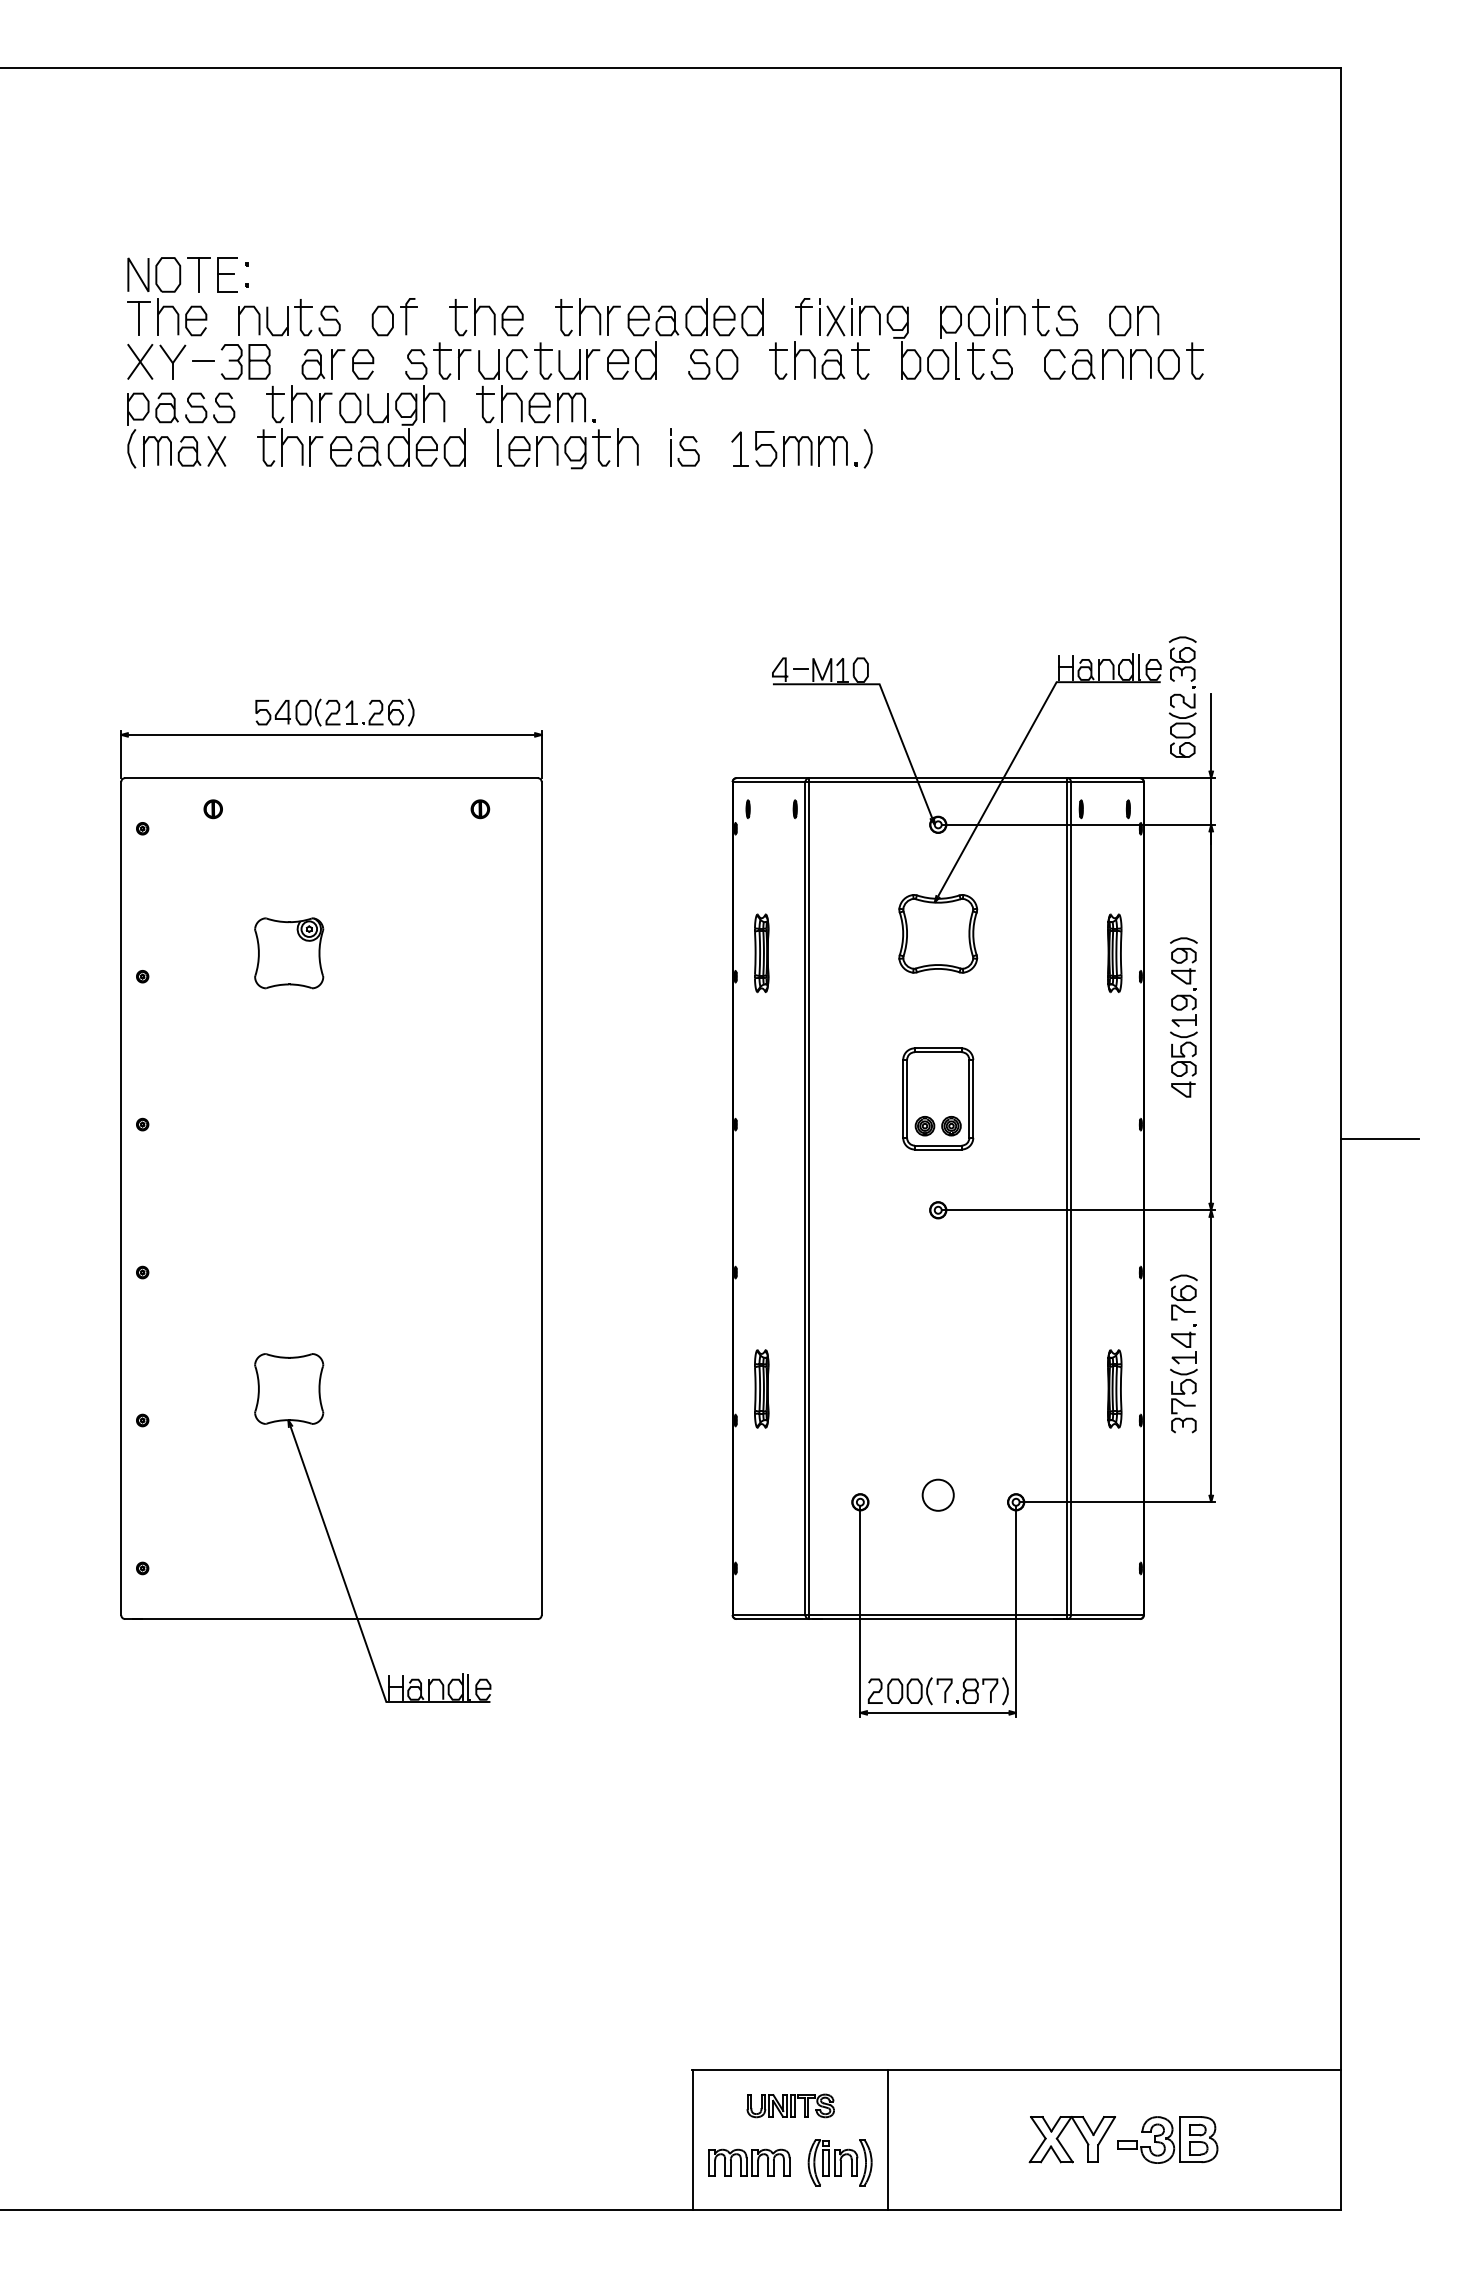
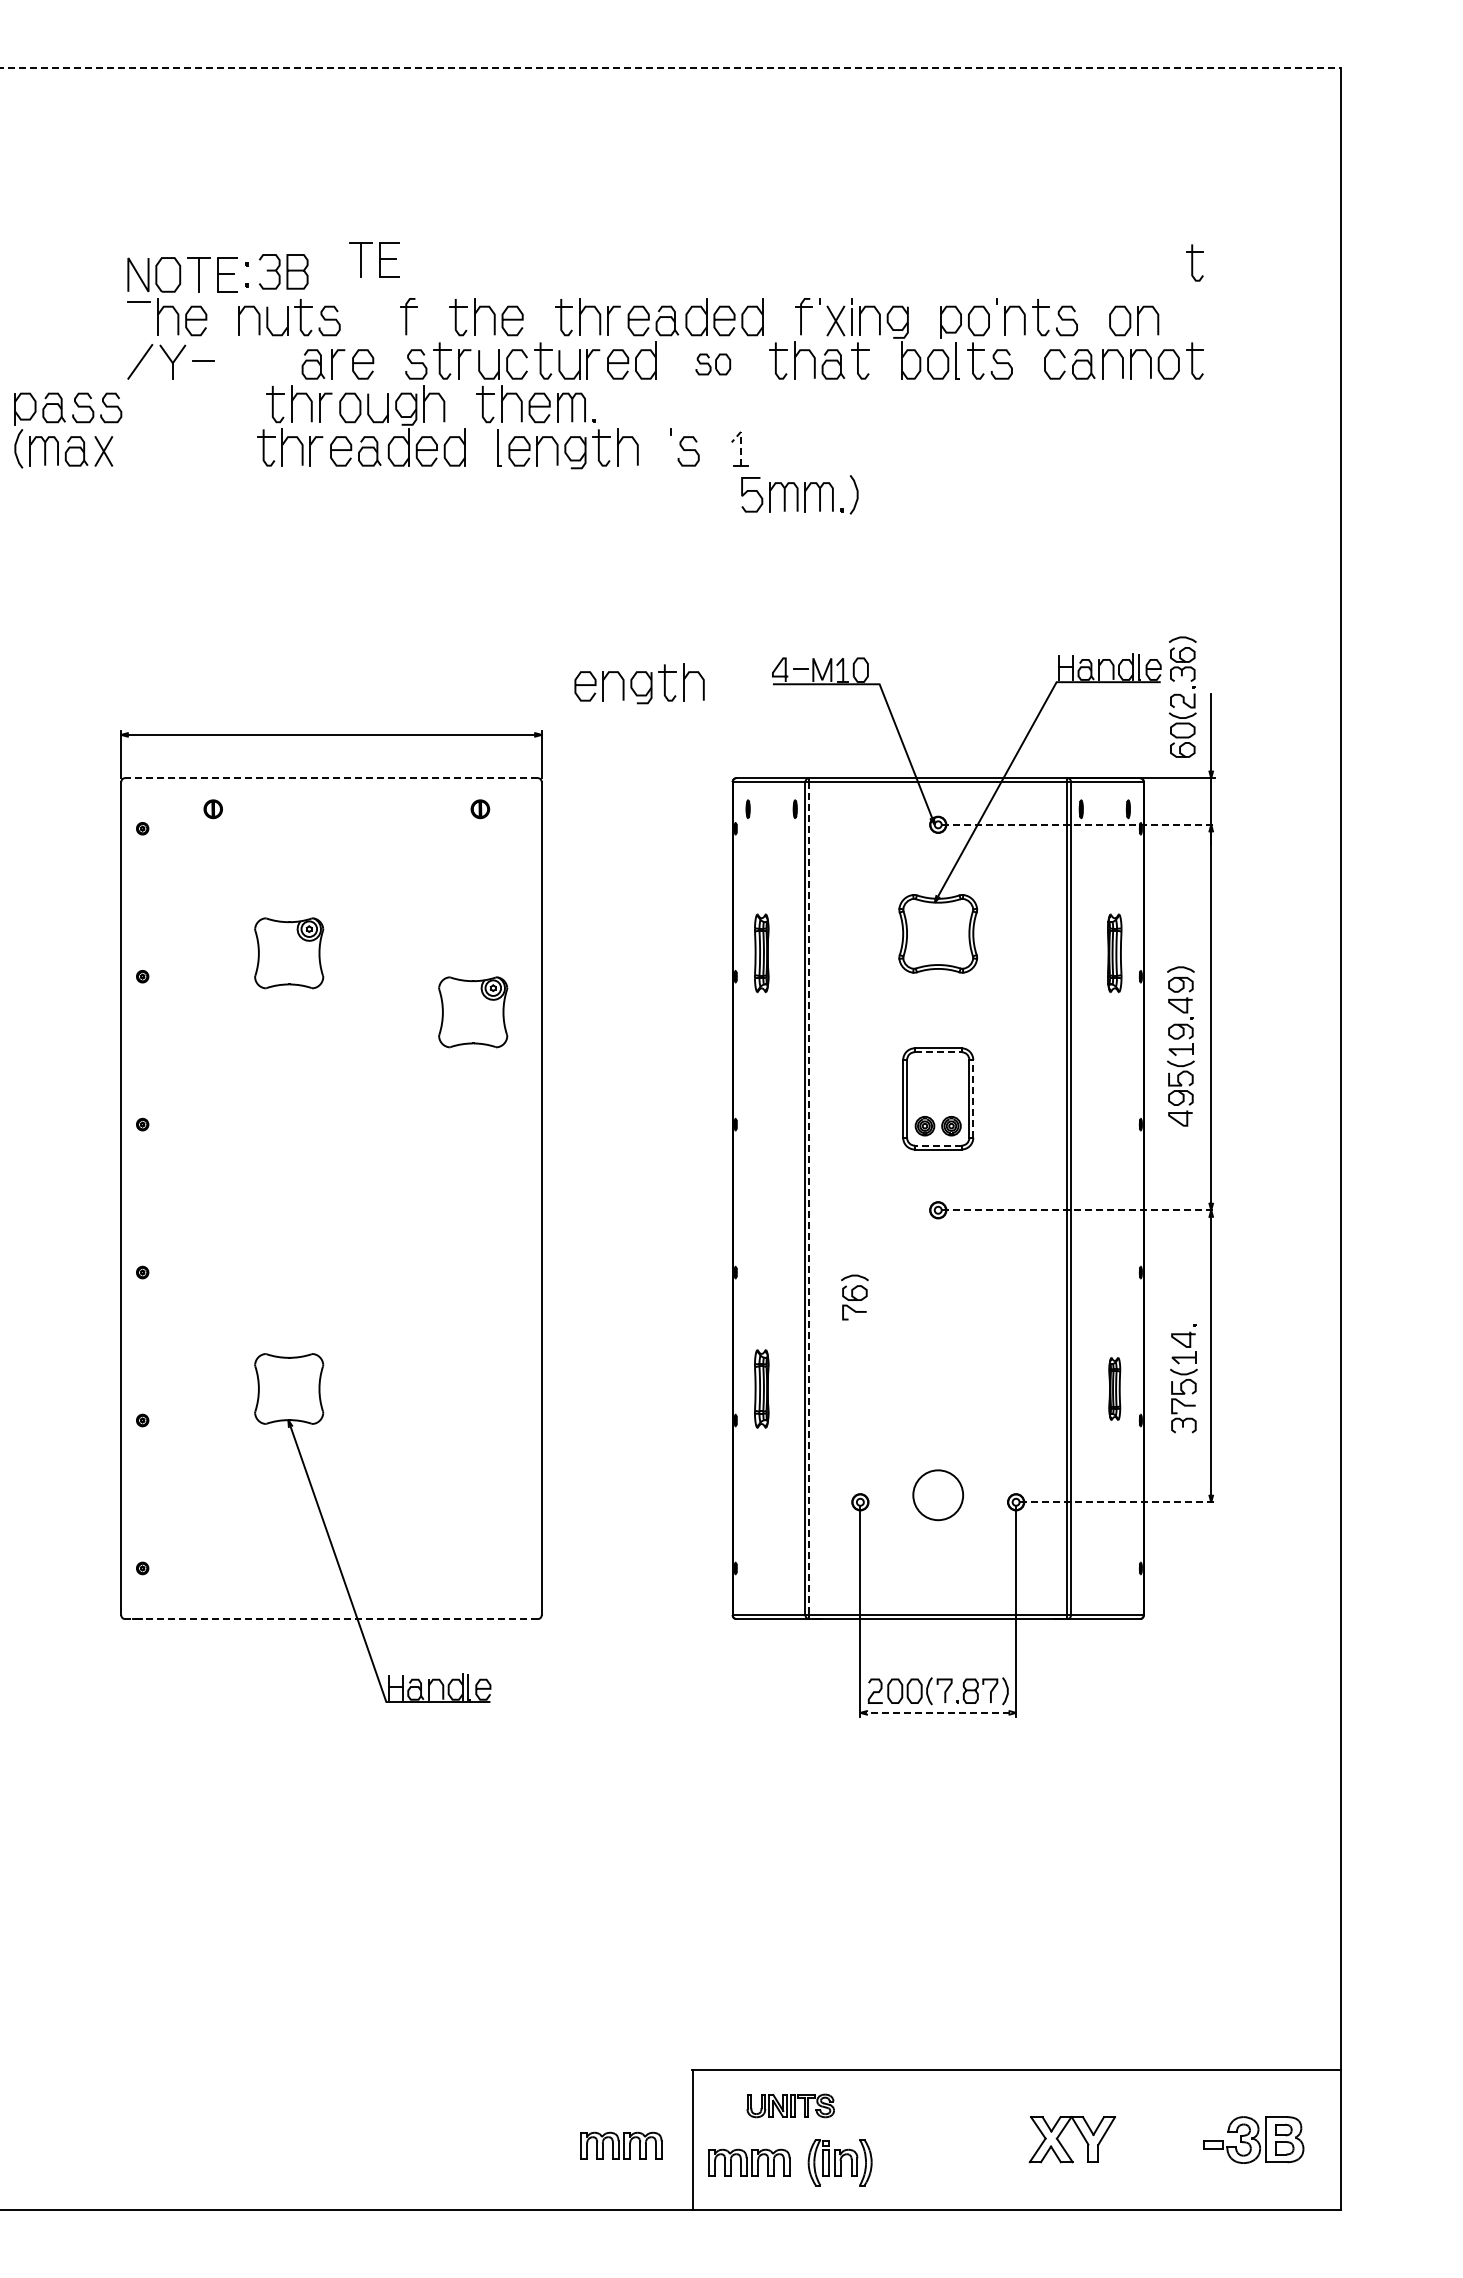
line at (671, 68): solid -> dashed
part at (374, 259): none -> present
part at (1194, 262): none -> present
line at (139, 318): present -> none
part at (382, 320): present -> none
line at (819, 322): present -> none
line at (996, 322): present -> none
line at (140, 361): present -> none
part at (245, 361) position: (245, 361) -> (283, 271)
part at (713, 364) size: 51x31 px -> 37x23 px
part at (183, 436) position: (183, 436) -> (70, 436)
line at (740, 440): solid -> dashed
part at (813, 448) position: (813, 448) -> (799, 494)
line at (670, 452): present -> none
part at (639, 683): none -> present
part at (334, 712): present -> none
line at (331, 778): solid -> dashed
line at (1079, 824): solid -> dashed
part at (473, 1012): none -> present
part at (1183, 1017) position: (1183, 1017) -> (1180, 1046)
line at (938, 1052): solid -> dashed
line at (973, 1098): solid -> dashed
line at (1379, 1139): present -> none
line at (937, 1145): solid -> dashed
line at (809, 1198): solid -> dashed
line at (1079, 1210): solid -> dashed
part at (1183, 1297) position: (1183, 1297) -> (854, 1297)
part at (1114, 1388) size: 16x80 px -> 14x64 px
circle at (937, 1494) diameter: 31 px -> 50 px
line at (1117, 1502): solid -> dashed
line at (331, 1619): solid -> dashed
line at (938, 1712): solid -> dashed
line at (887, 2139): present -> none
part at (1167, 2139) position: (1167, 2139) -> (1253, 2139)
part at (621, 2145): none -> present
